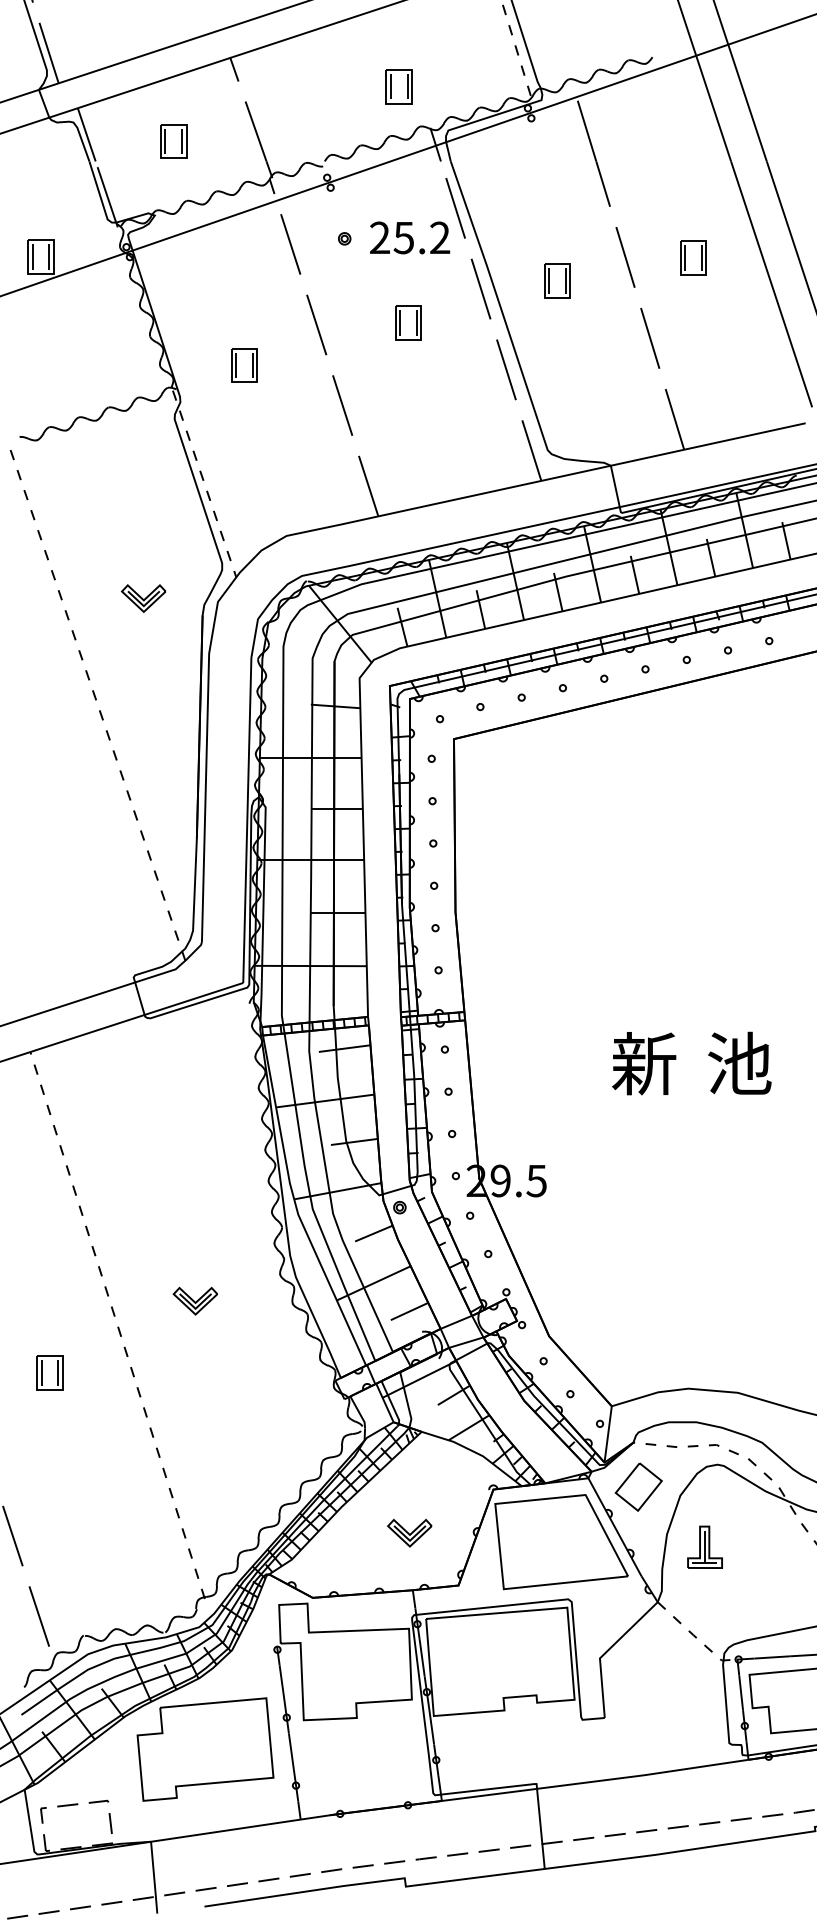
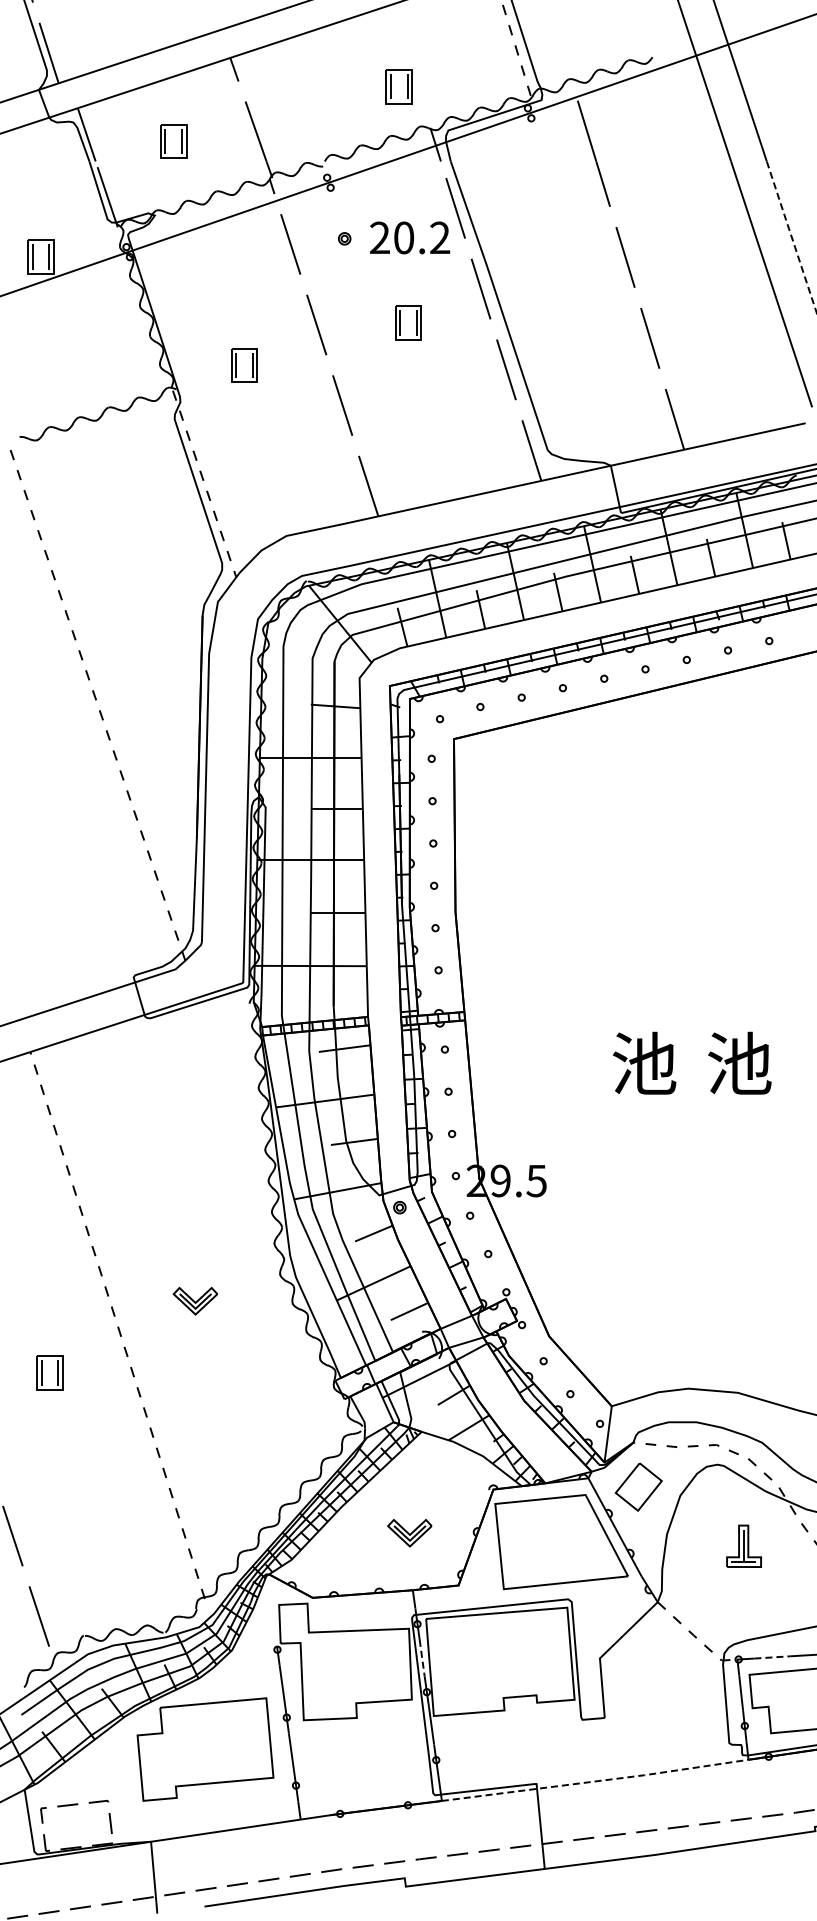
text at (403, 237): 25.2 -> 20.2
line at (791, 237): solid -> dashed
part at (693, 257): present -> none
part at (557, 280): present -> none
part at (143, 598): present -> none
text at (644, 1063): 新 -> 池
part at (704, 1546) position: (704, 1546) -> (743, 1545)
line at (773, 1657): solid -> dashed
line at (422, 1658): solid -> dashed
line at (596, 1781): solid -> dashed
